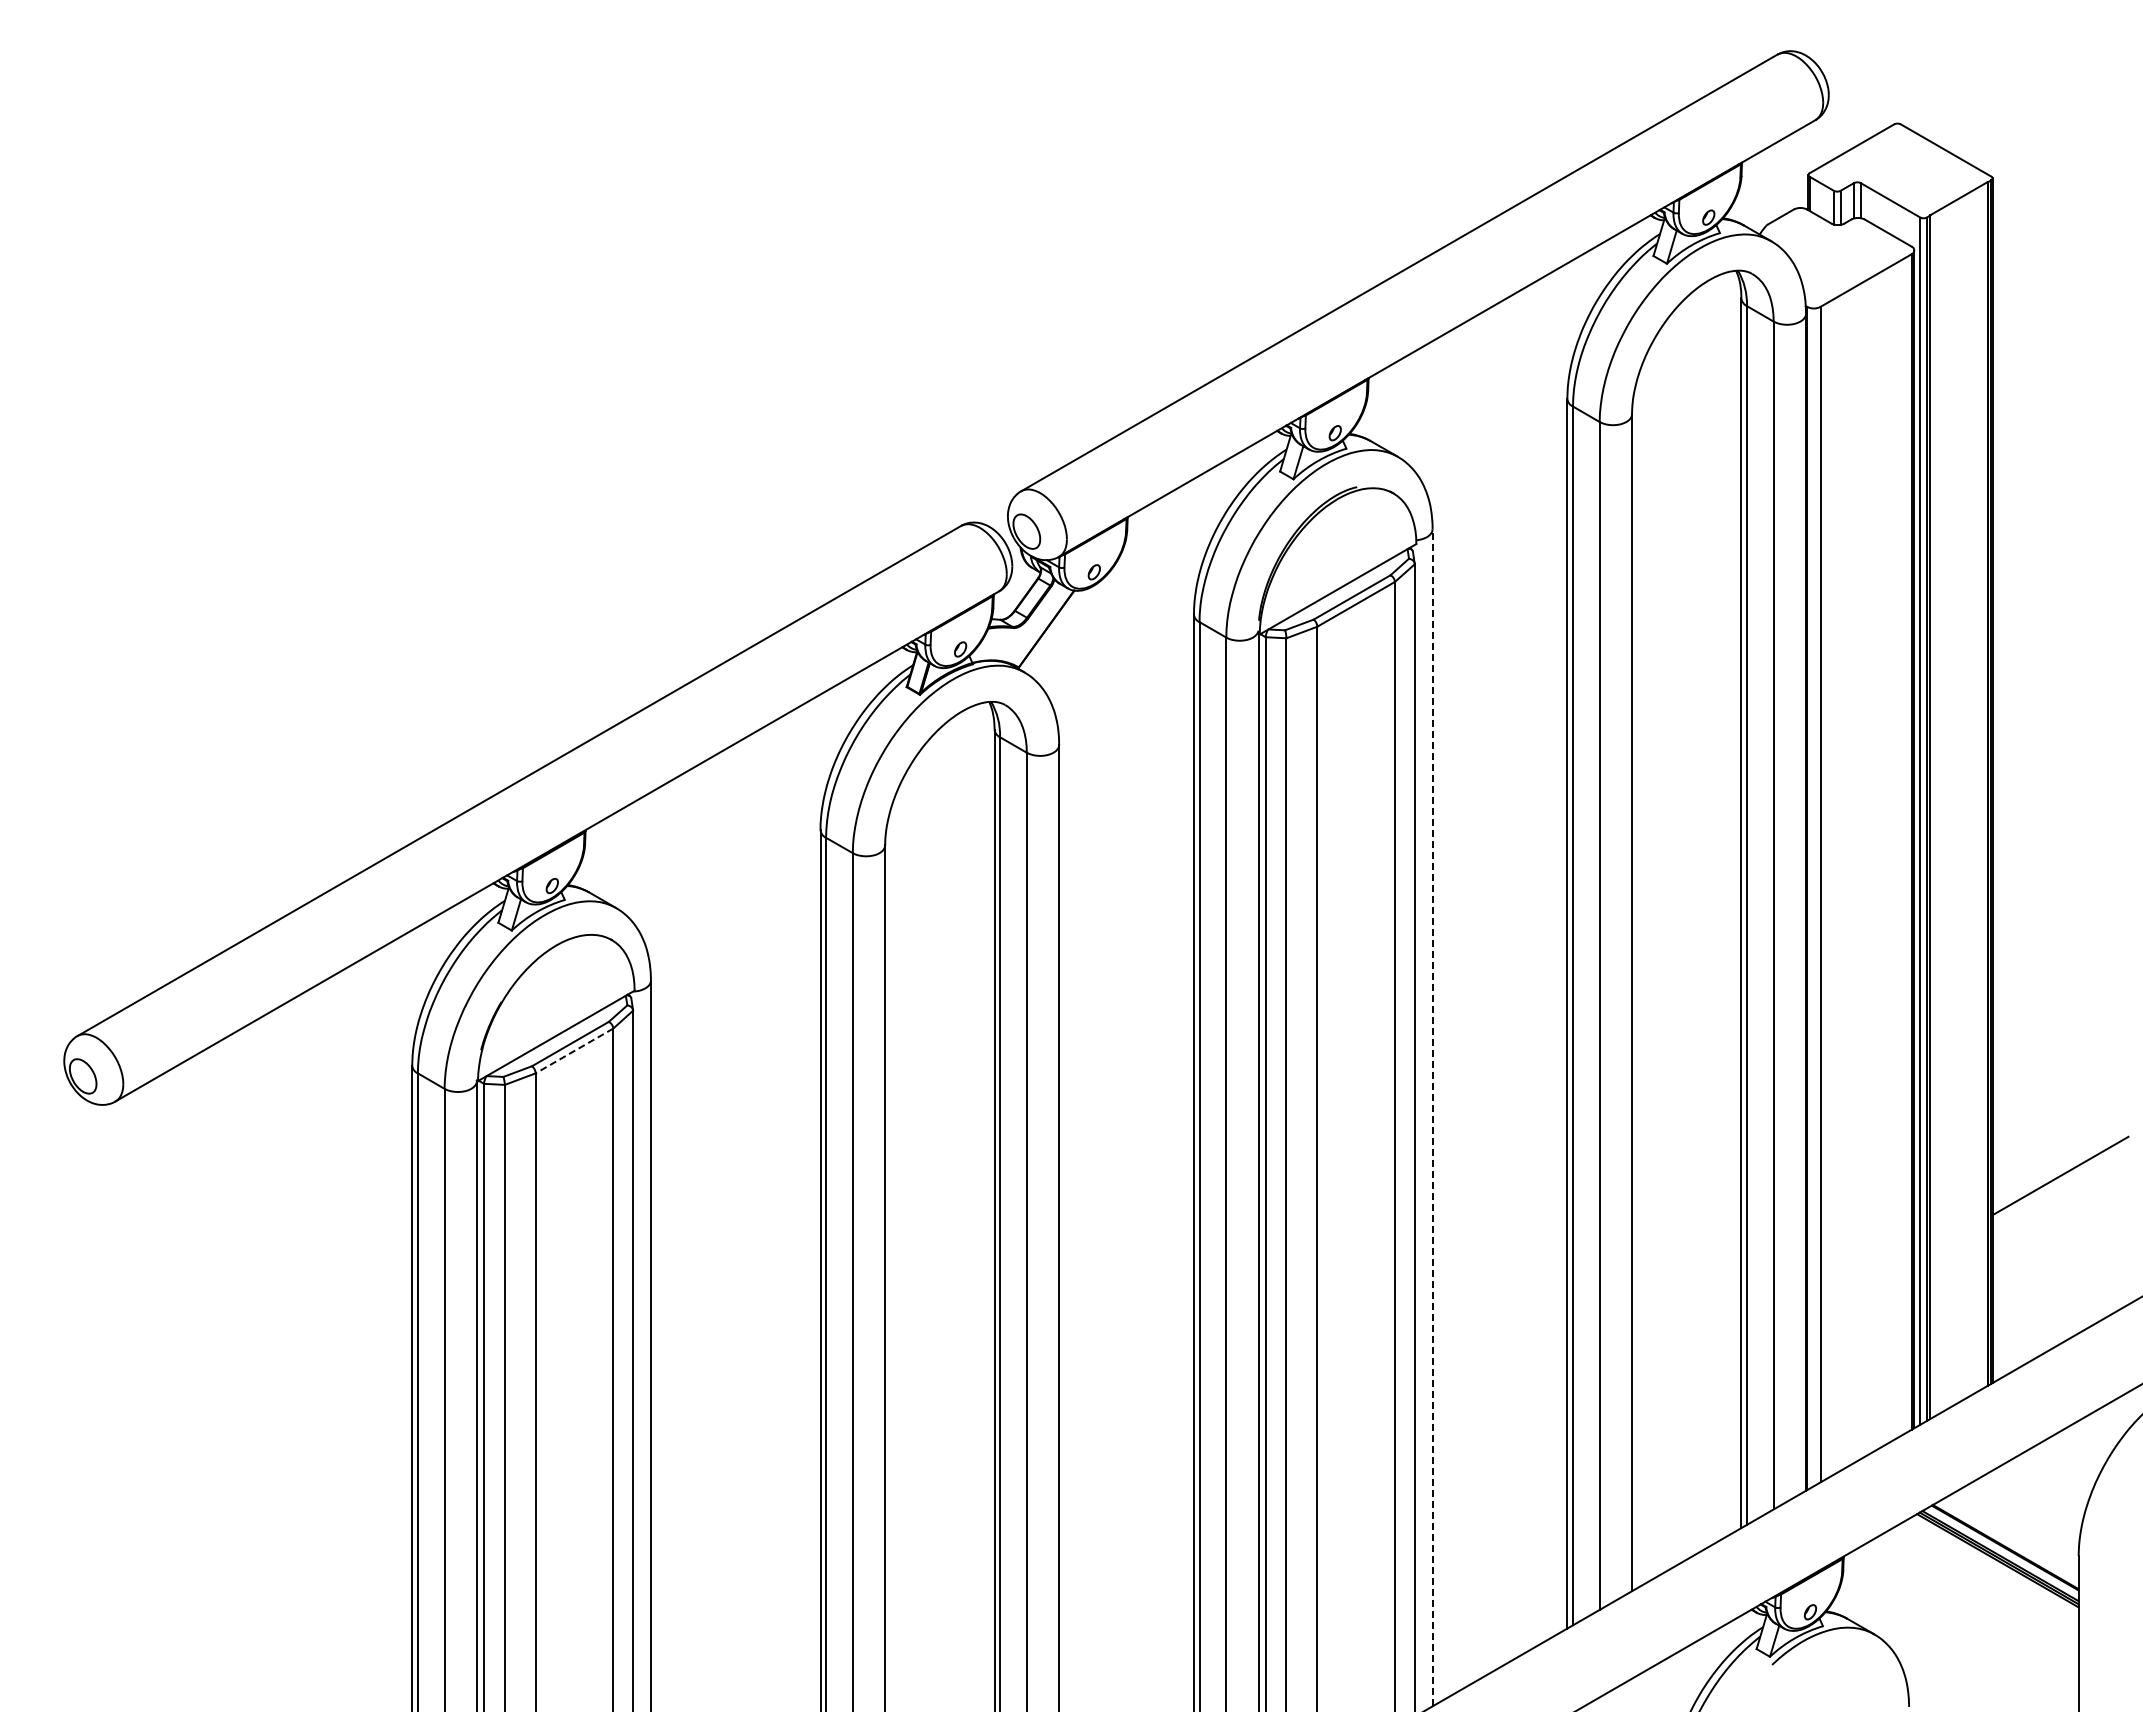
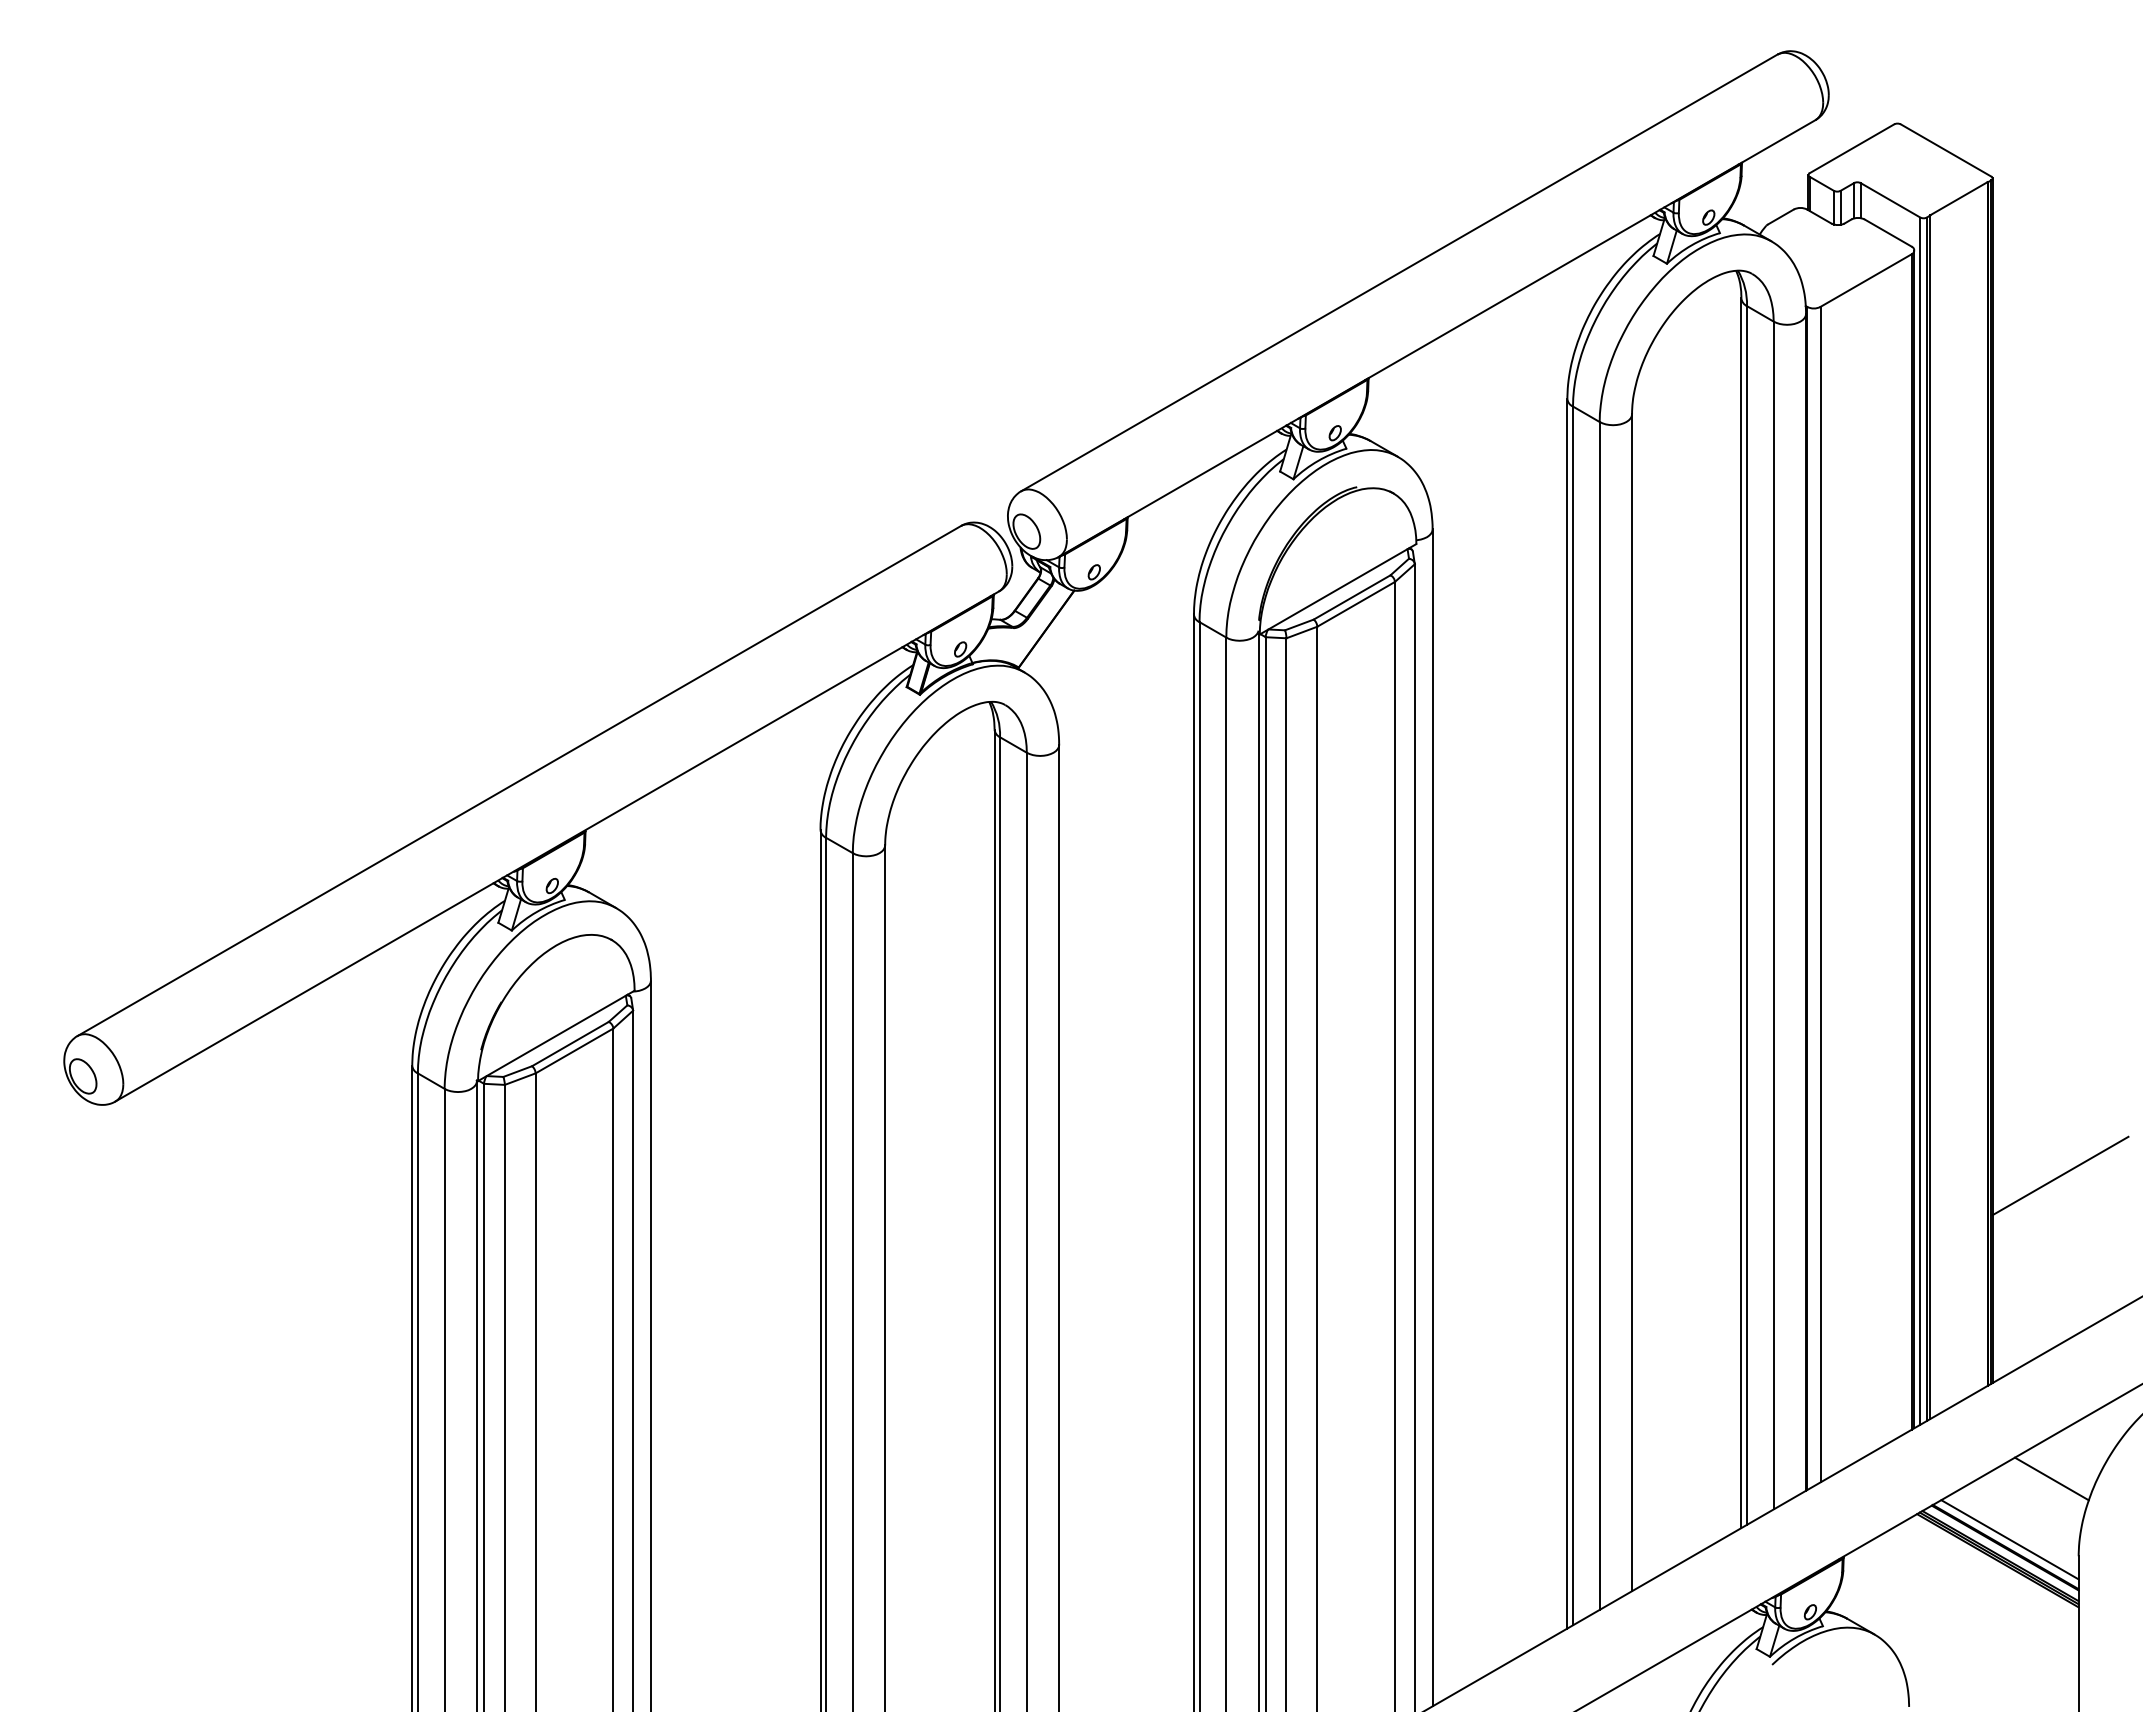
line at (574, 1050): dashed -> solid
line at (1432, 1117): dashed -> solid
line at (2051, 1478): none -> present
line at (2009, 1539): none -> present
